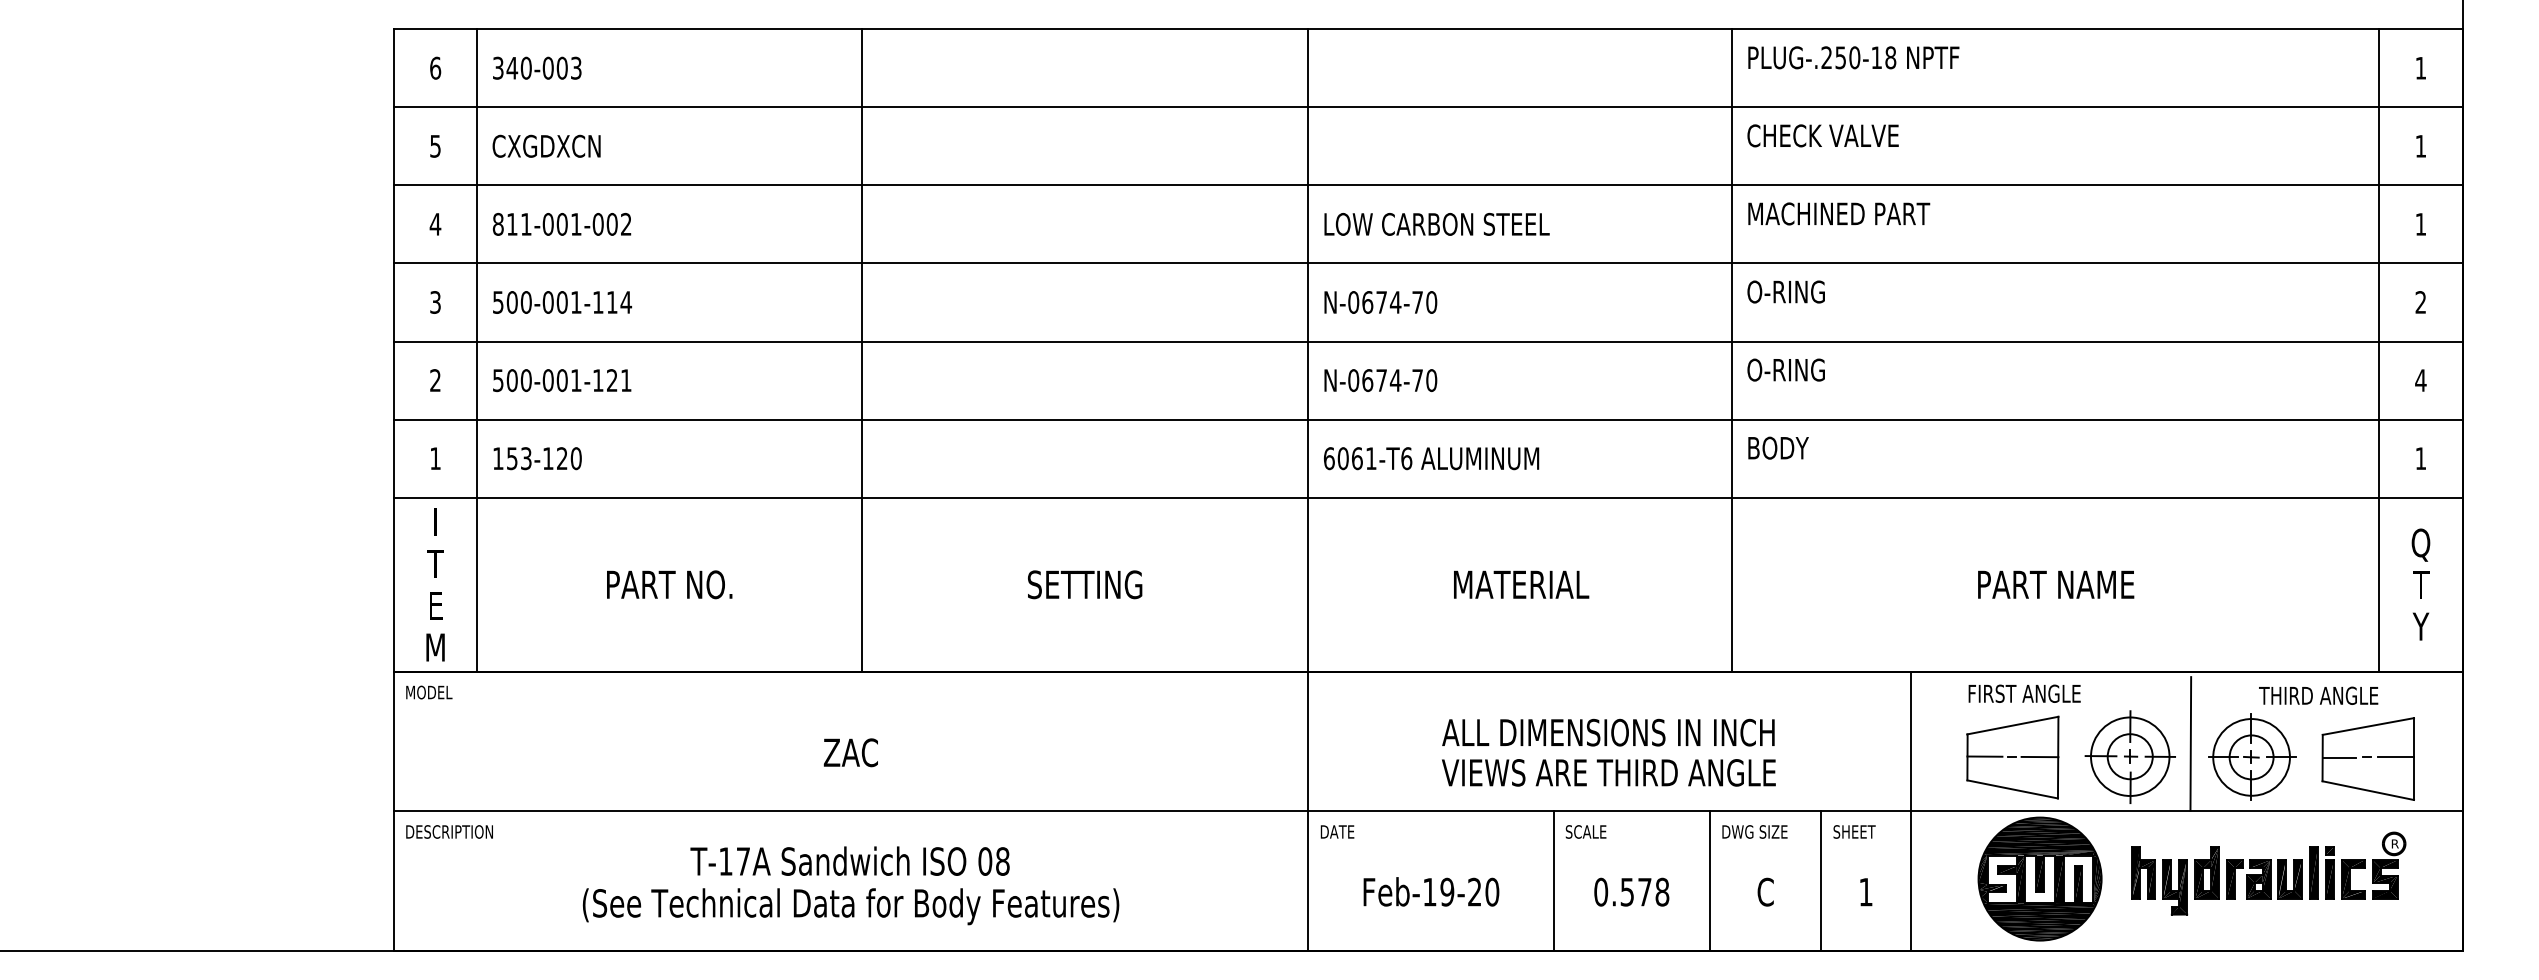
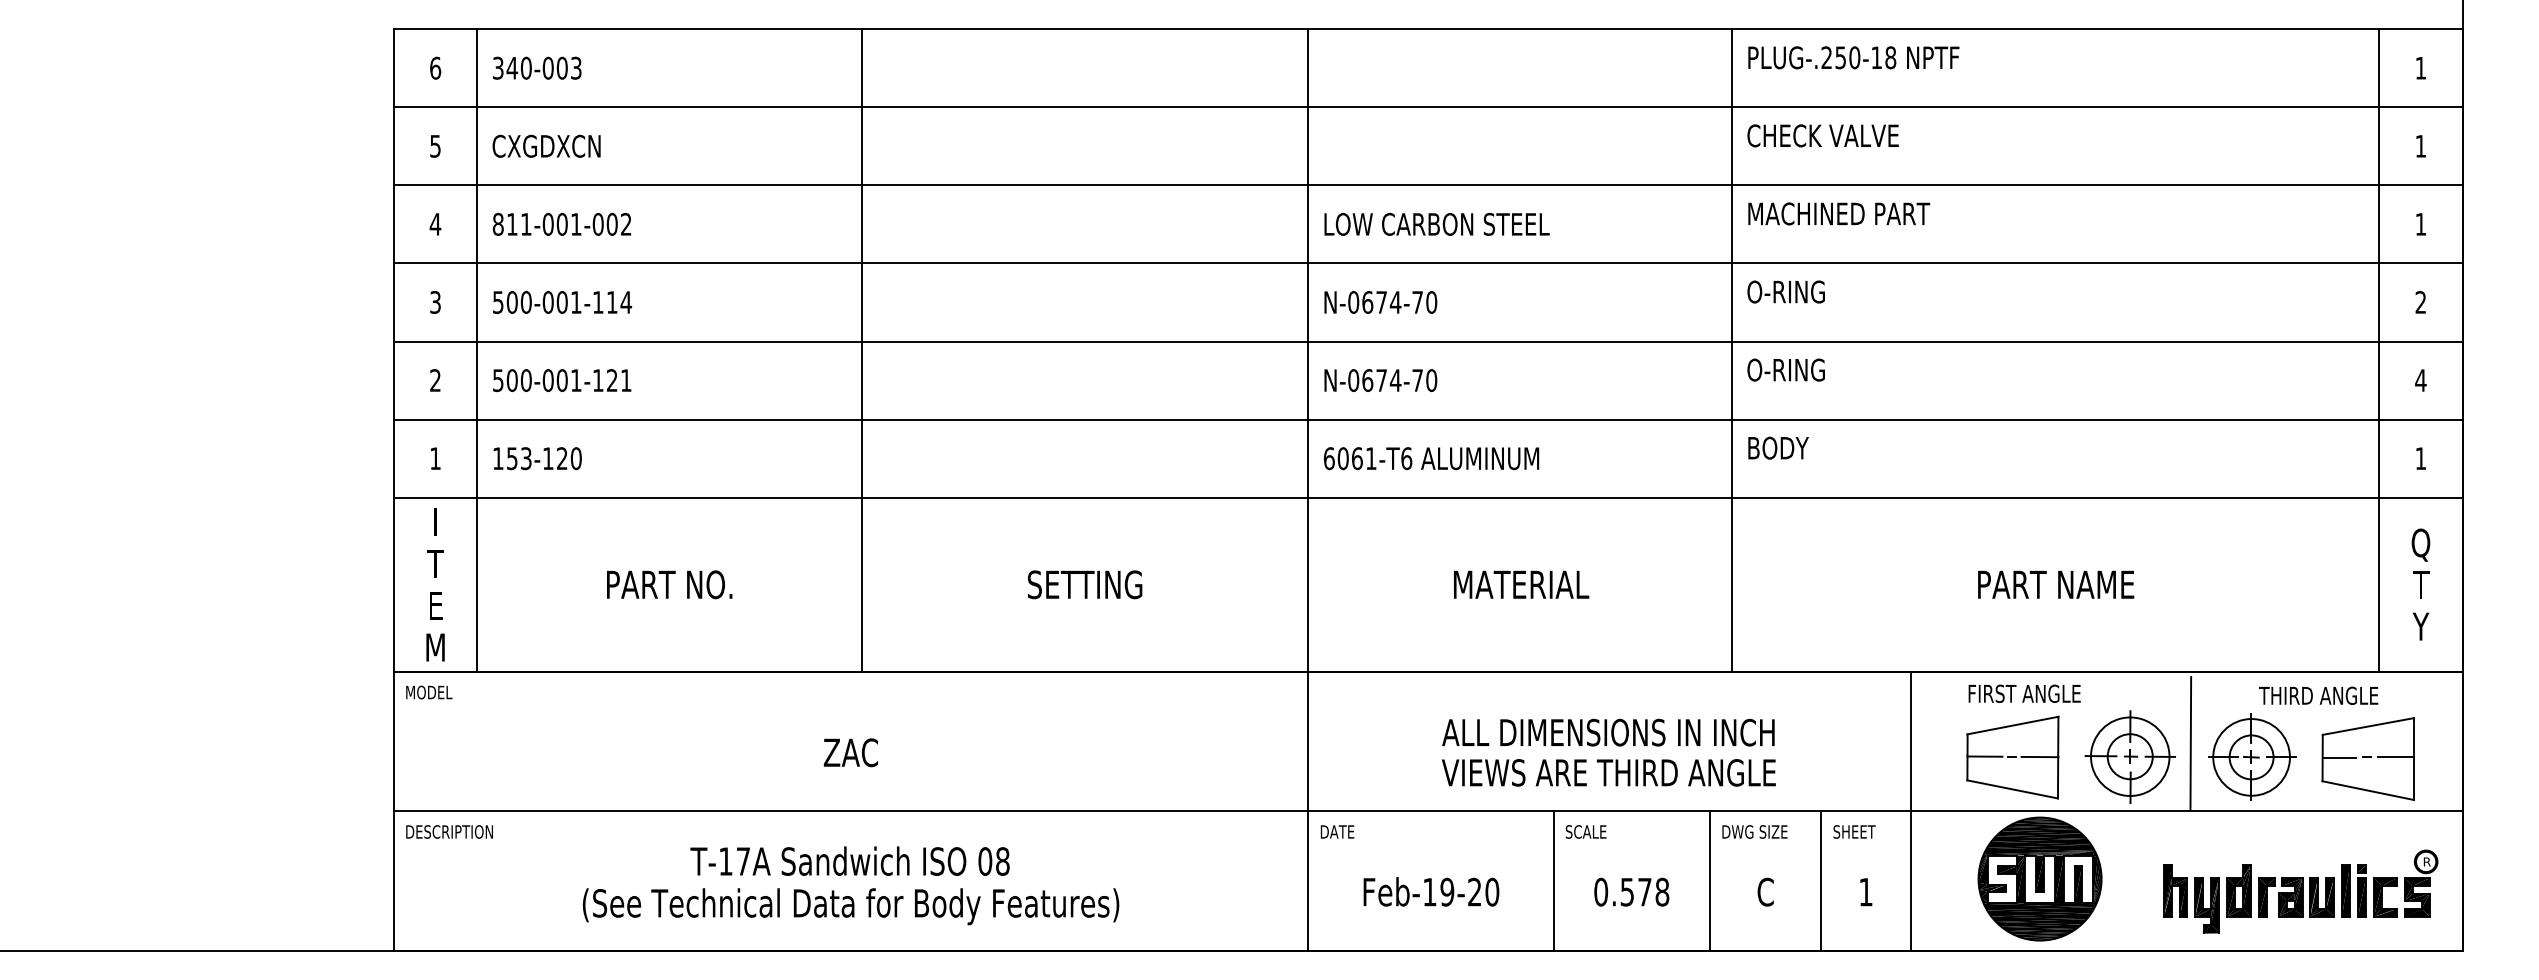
part at (2268, 873) position: (2268, 873) -> (2300, 891)
